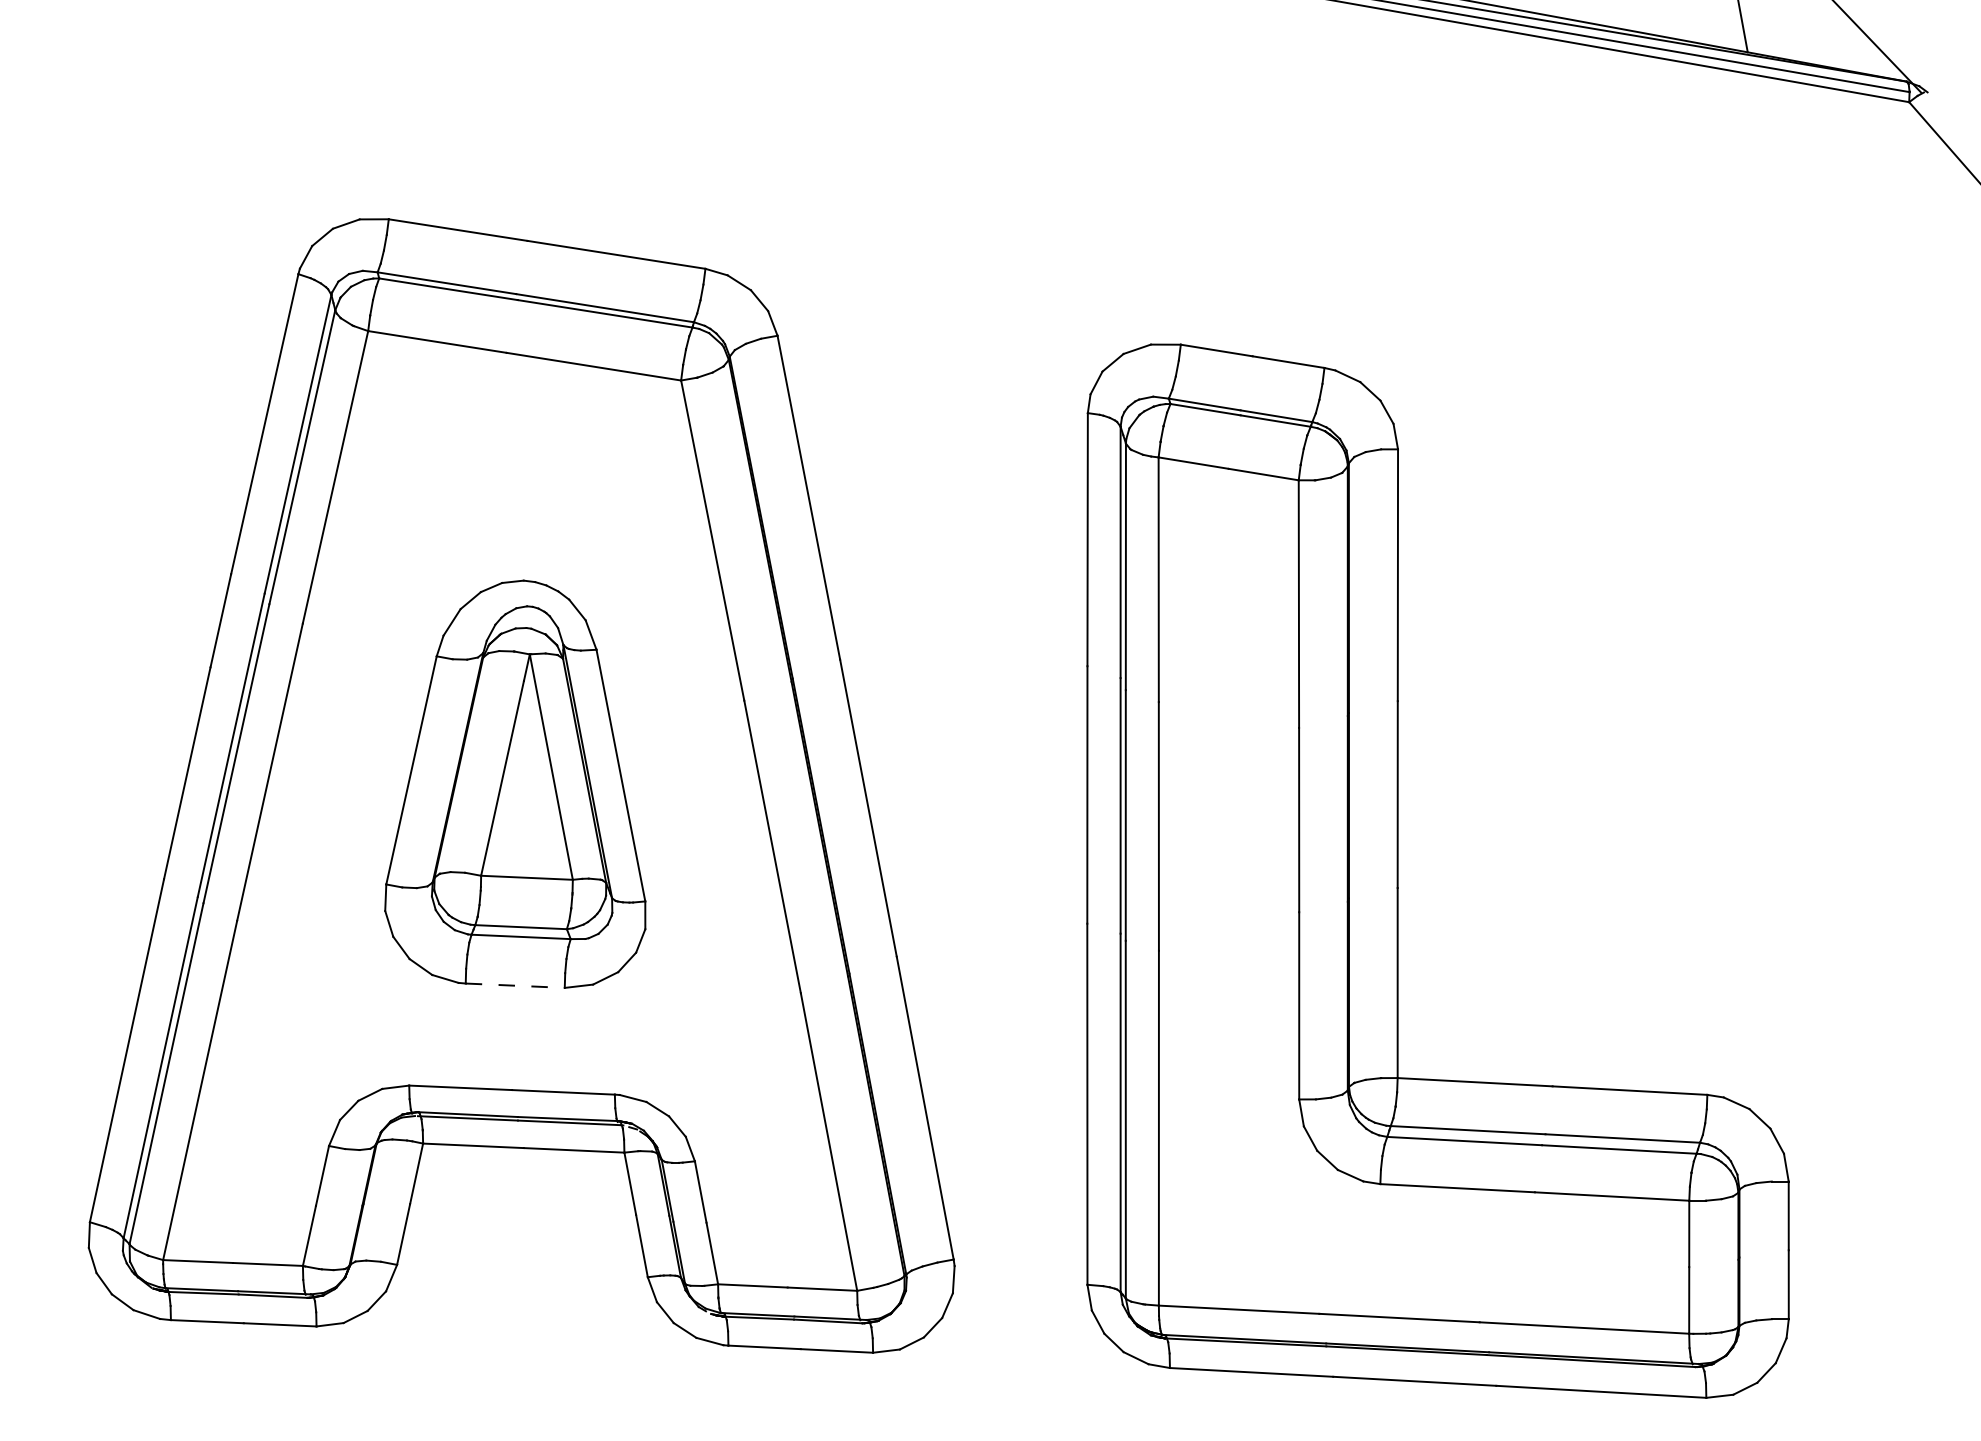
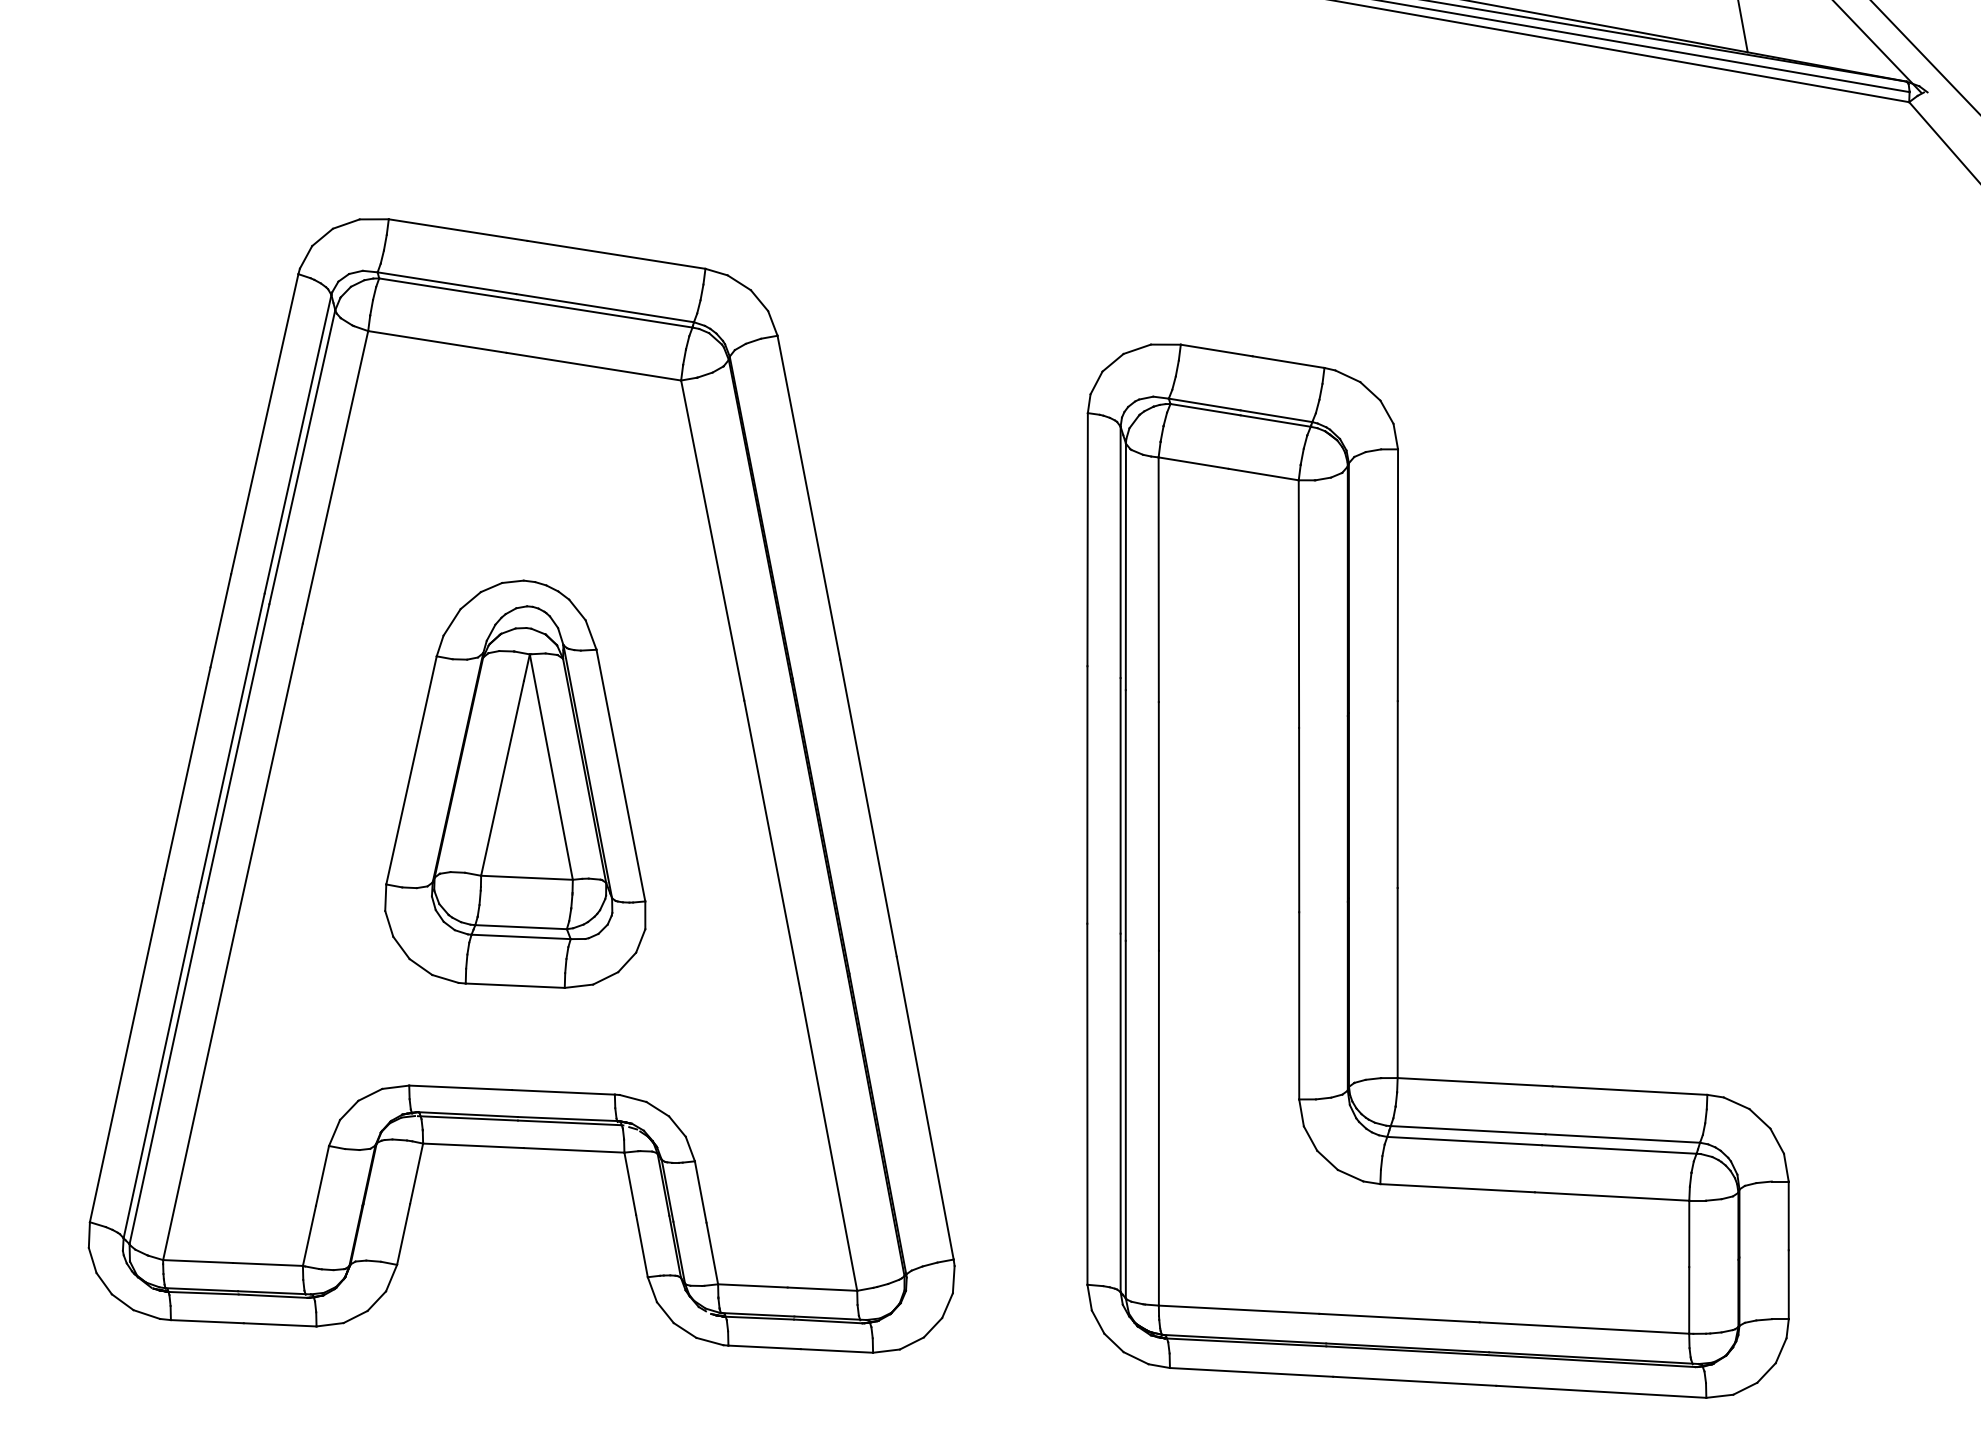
line at (1924, 57): none -> present
line at (515, 985): dashed -> solid
